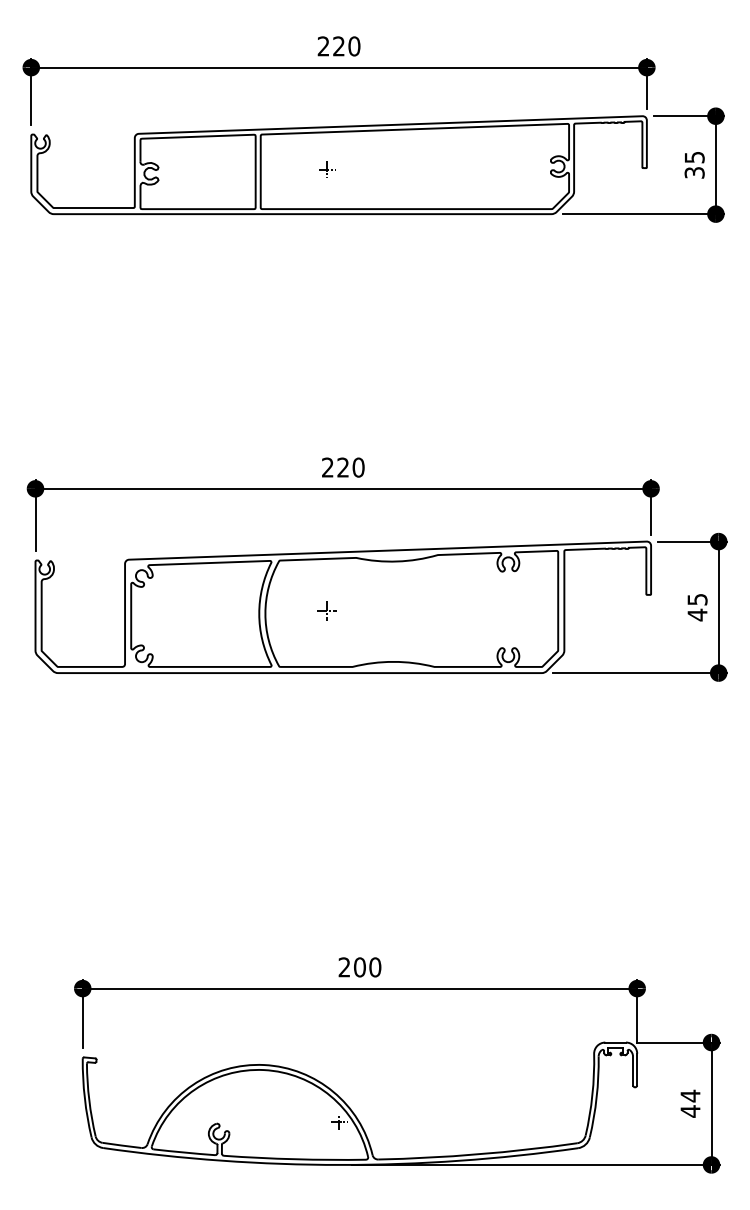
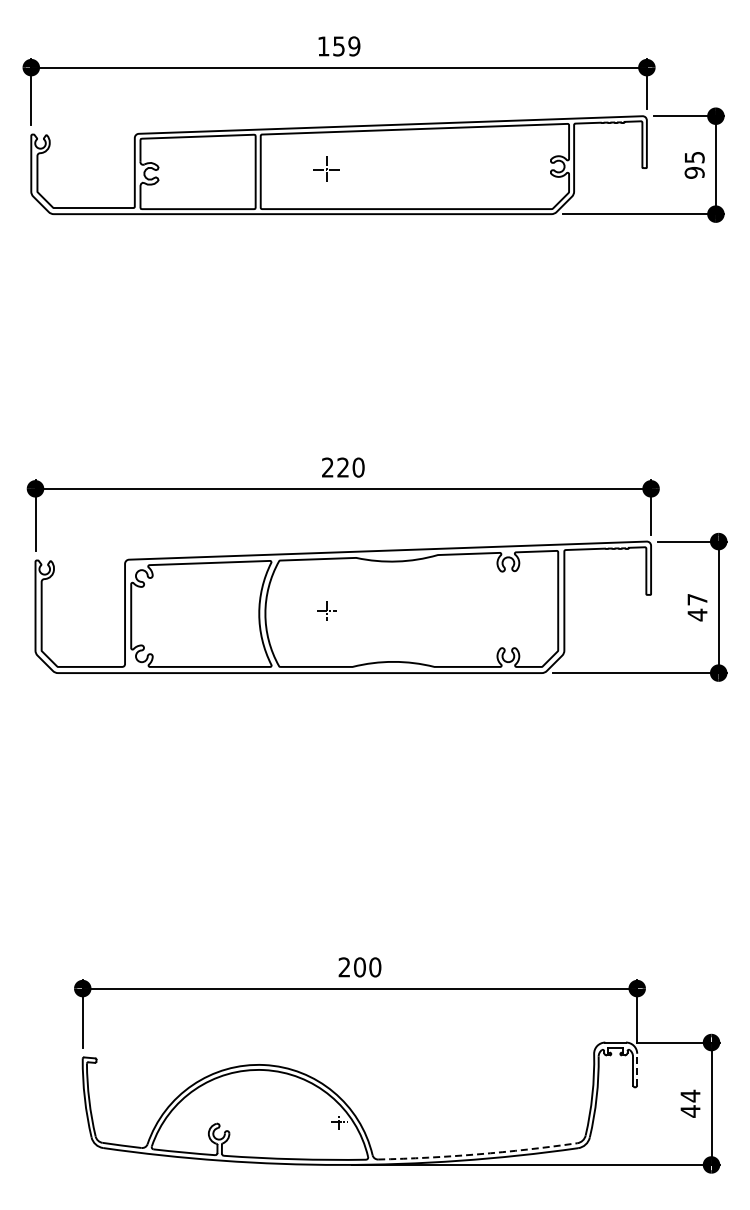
text at (338, 46): 220 -> 159
part at (327, 169) size: 17x17 px -> 27x26 px
text at (694, 172): 35 -> 95
text at (697, 599): 45 -> 47
line at (637, 1069): solid -> dashed
arc at (477, 1154): solid -> dashed
